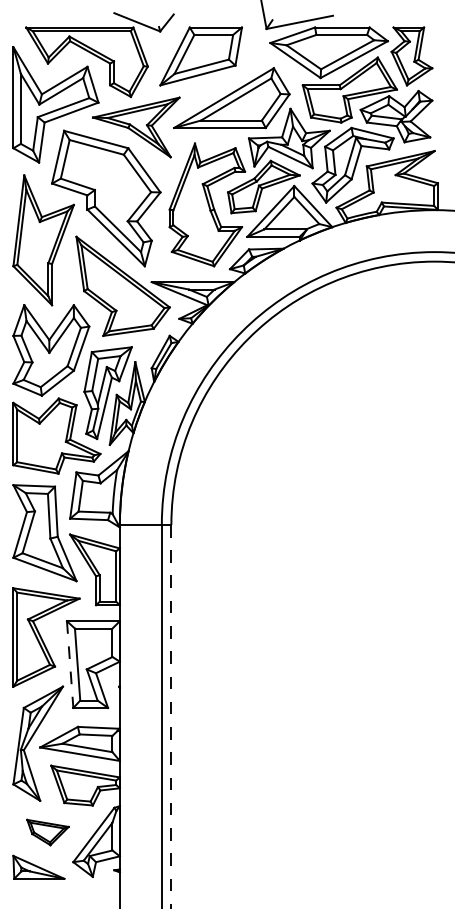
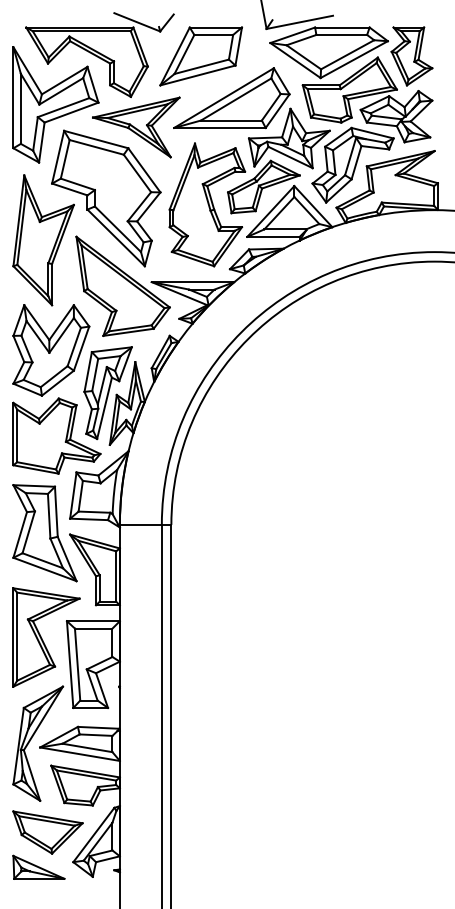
line at (70, 664): dashed -> solid
line at (171, 716): dashed -> solid
part at (47, 832) size: 44x29 px -> 72x45 px
